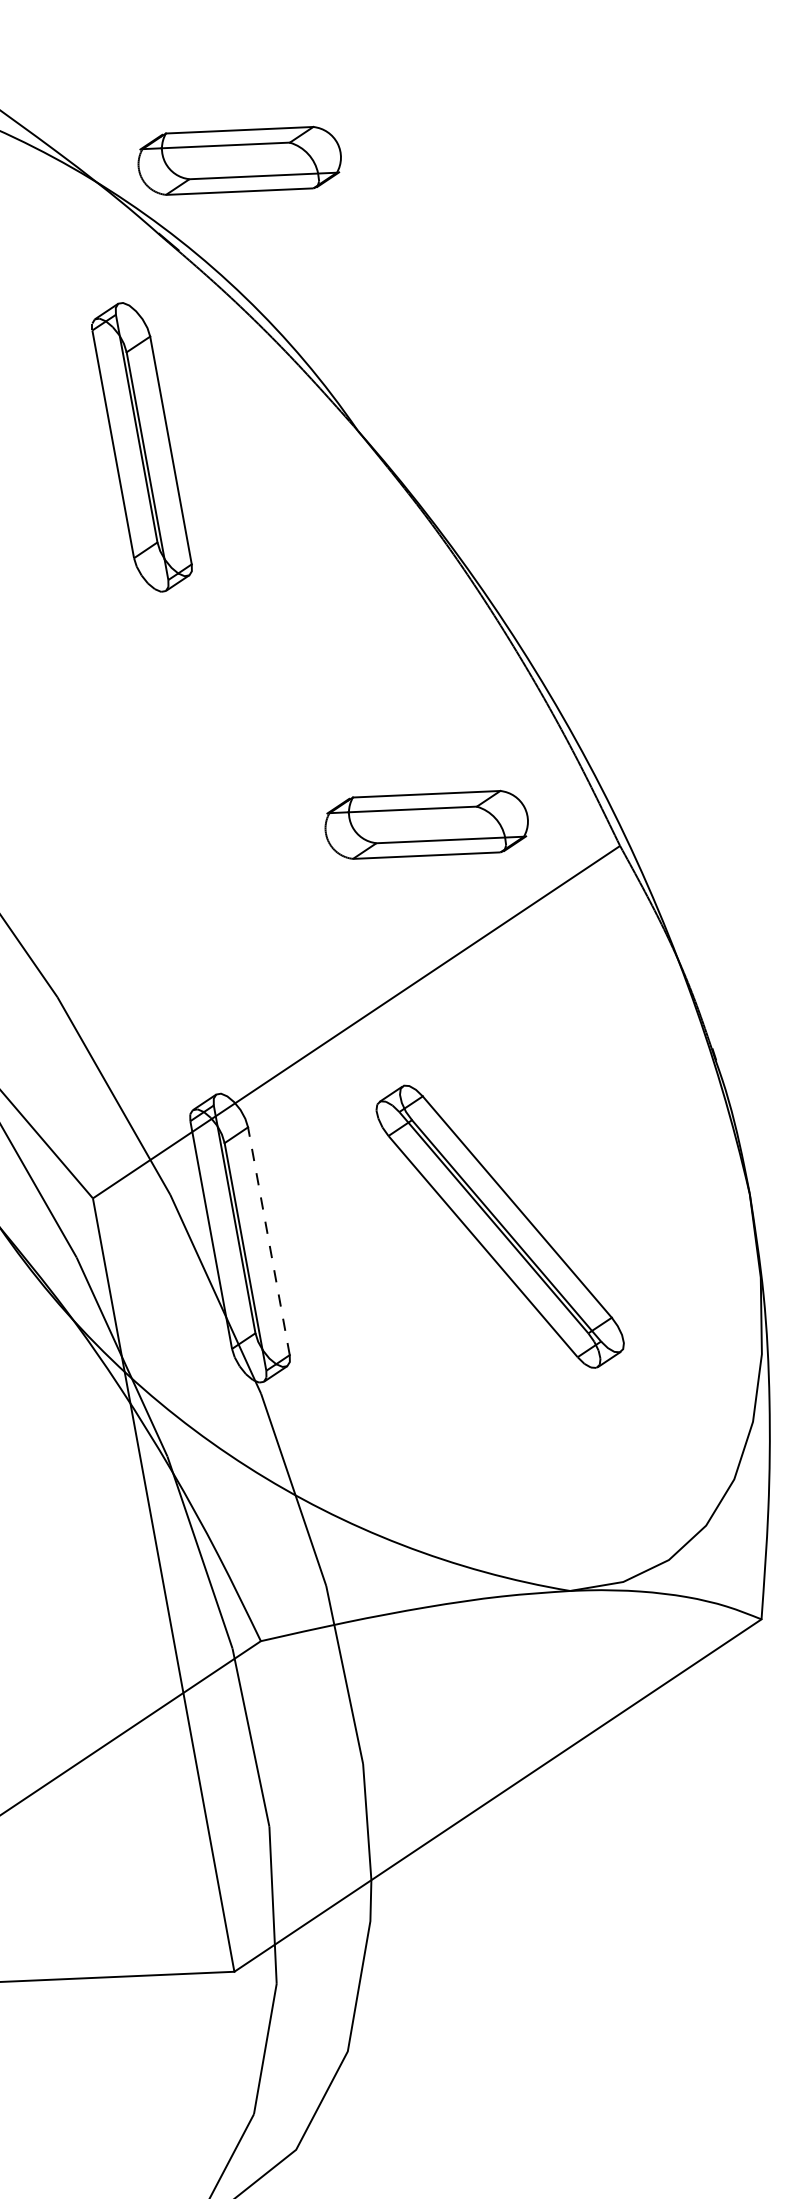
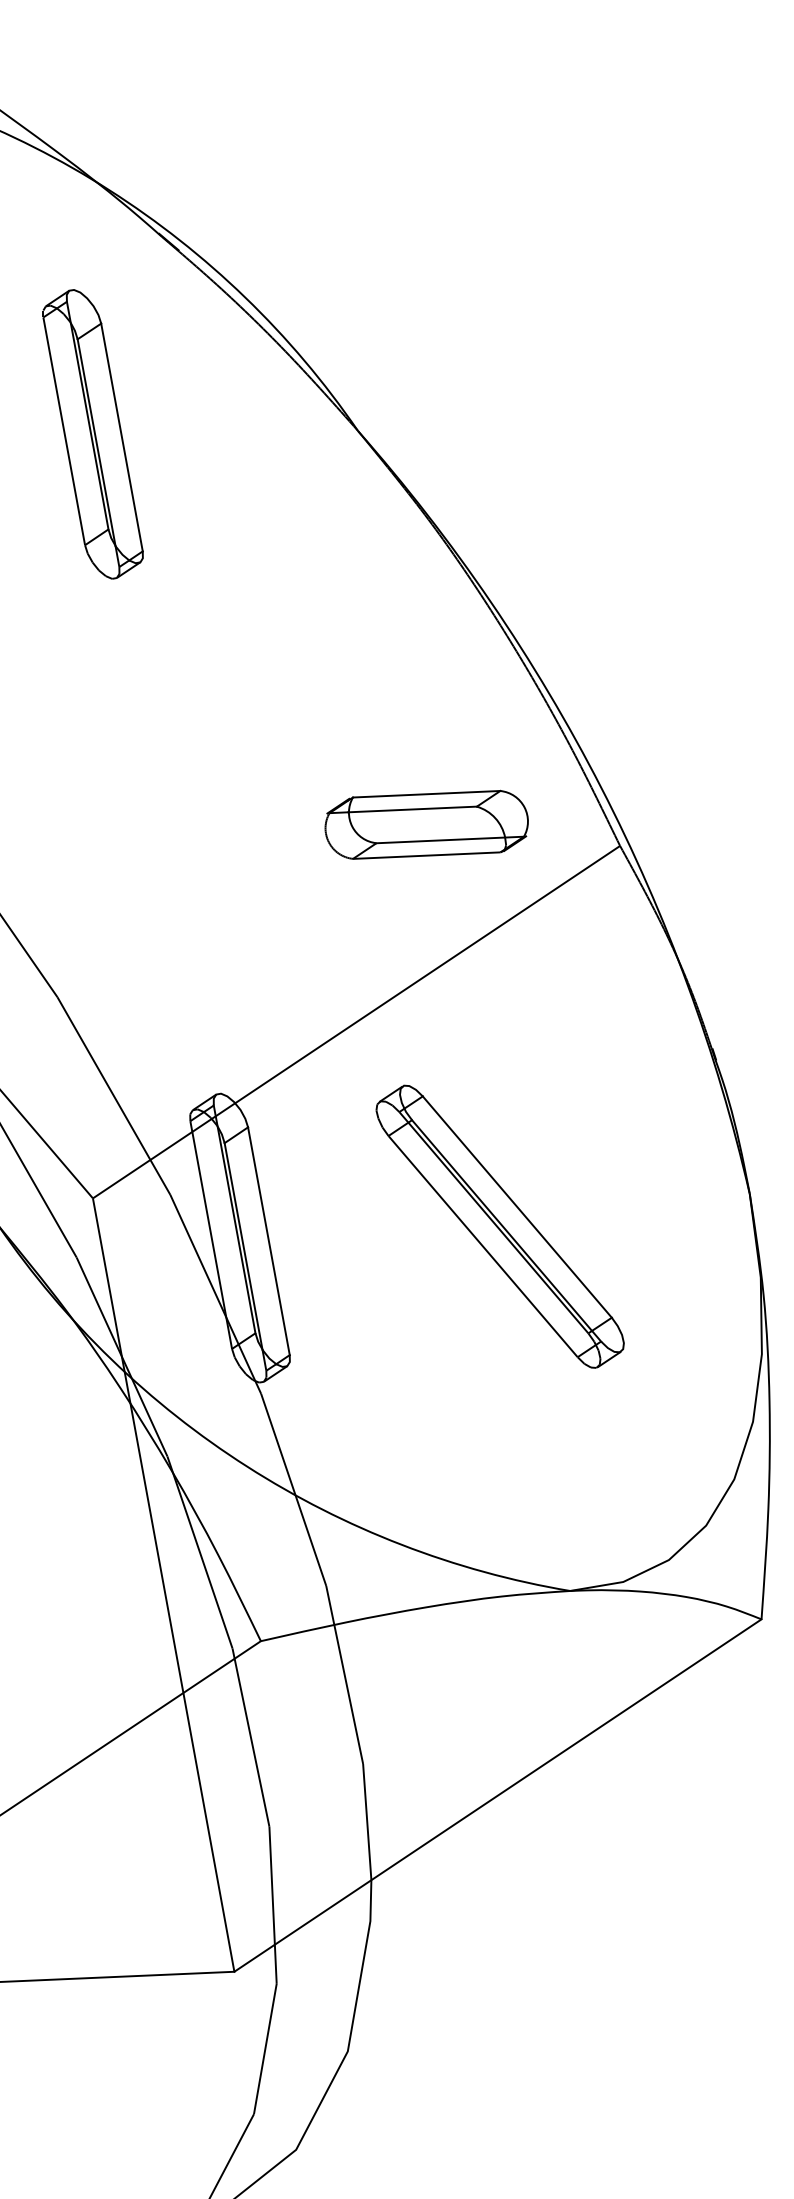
part at (239, 160): present -> none
part at (141, 447) position: (141, 447) -> (92, 434)
line at (268, 1241): dashed -> solid
